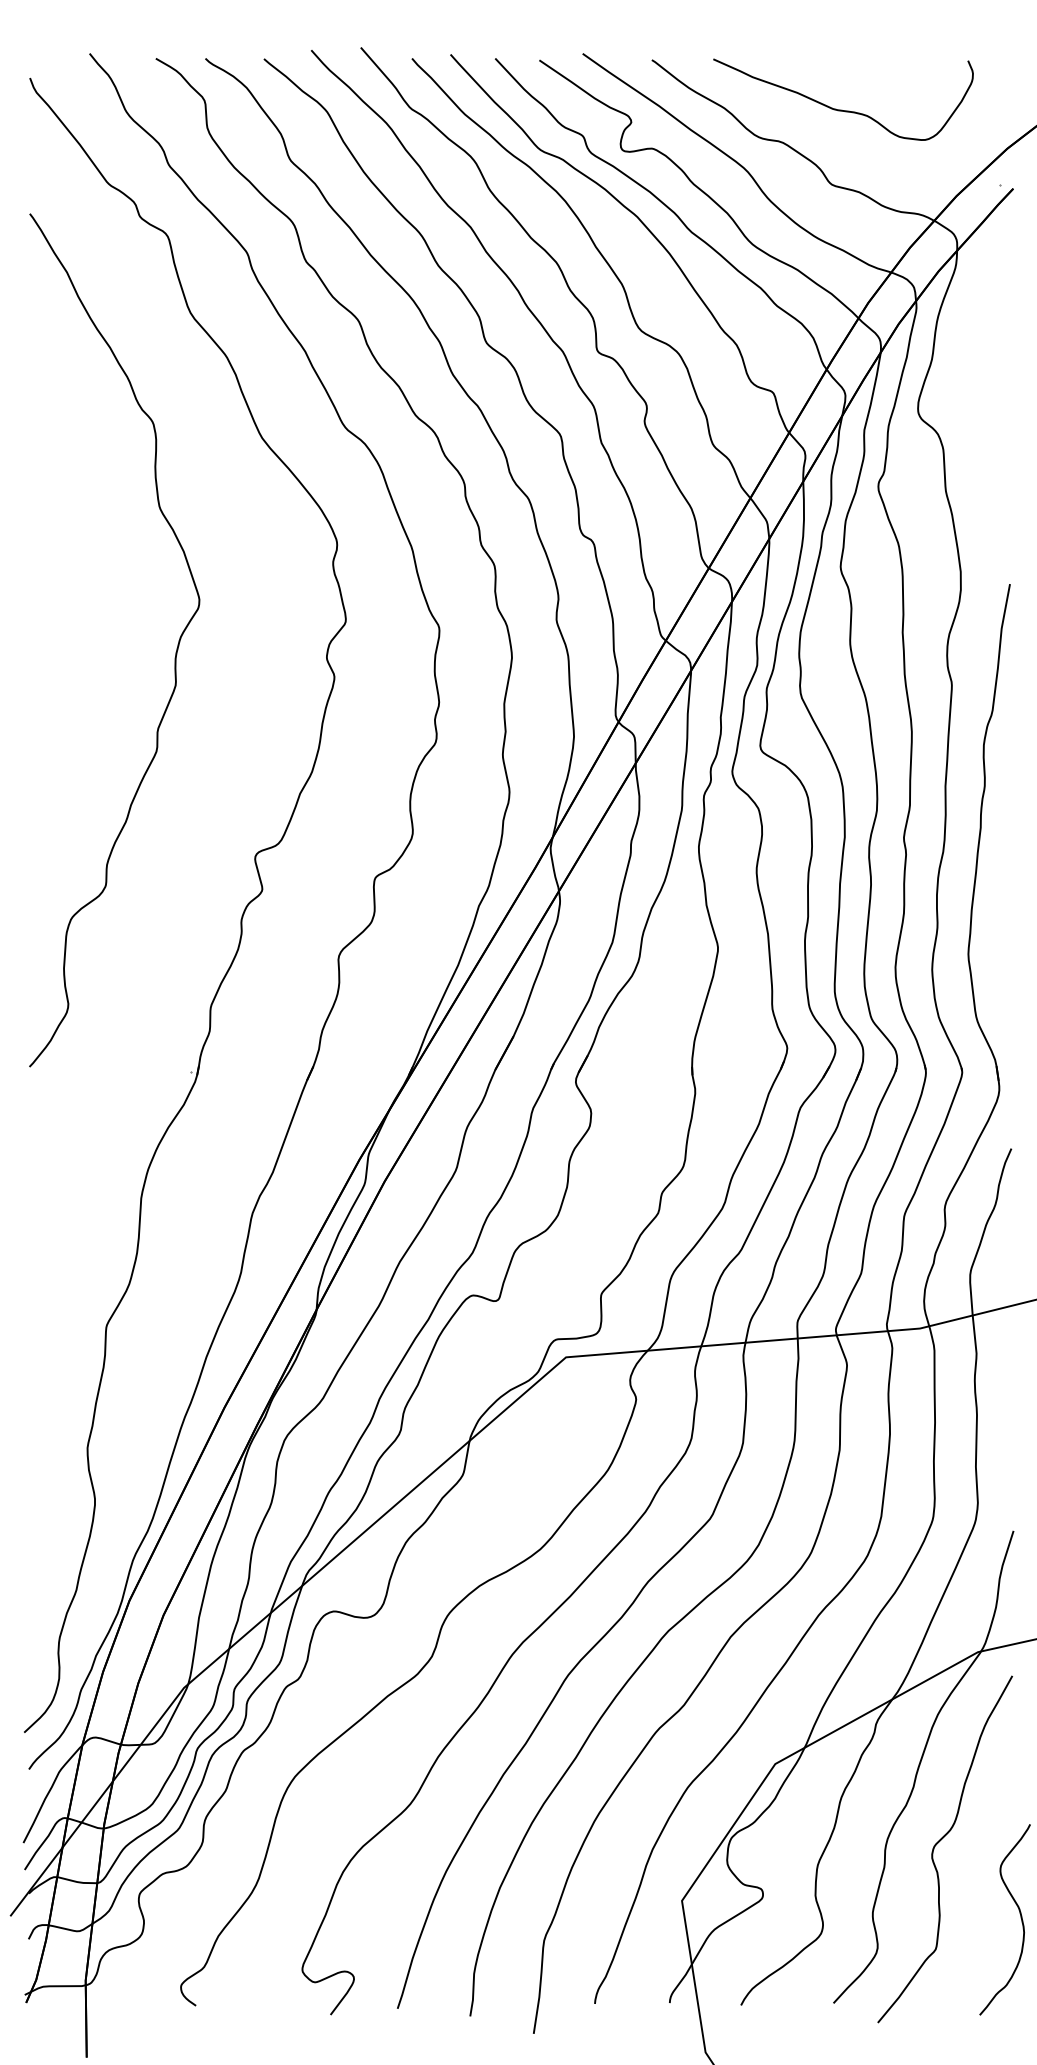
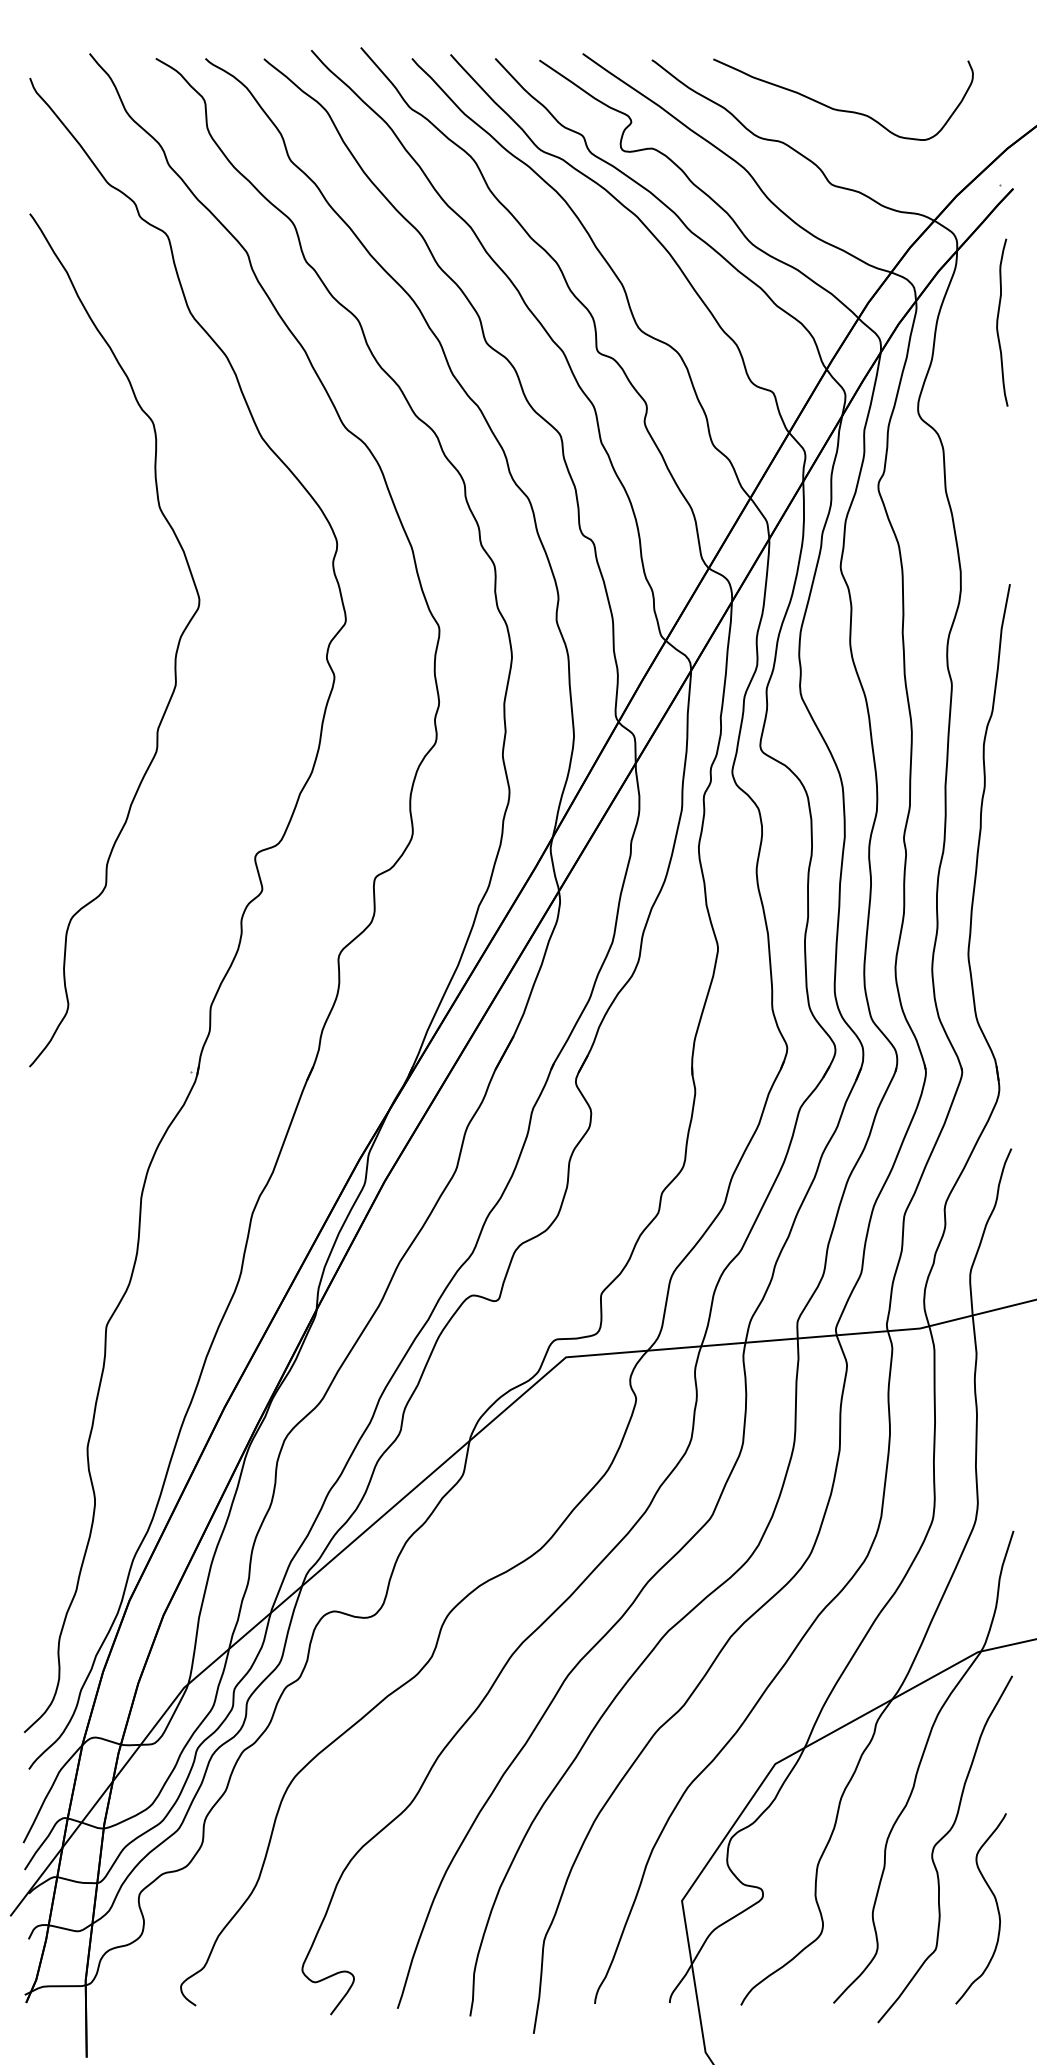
curve at (998, 322): none -> present
curve at (1020, 1918) position: (1020, 1918) -> (996, 1907)
